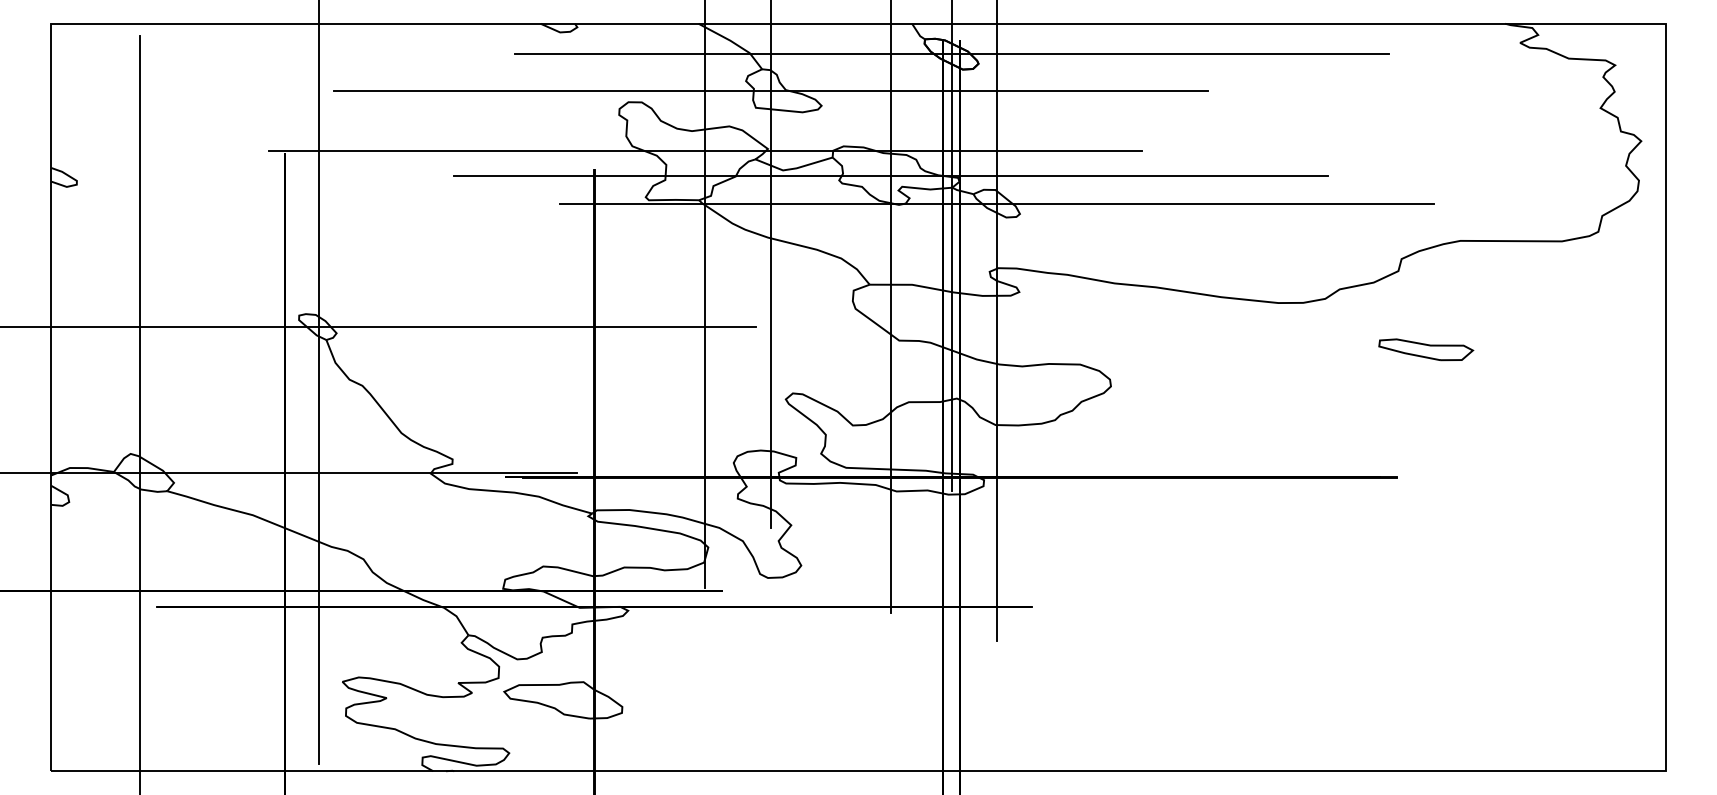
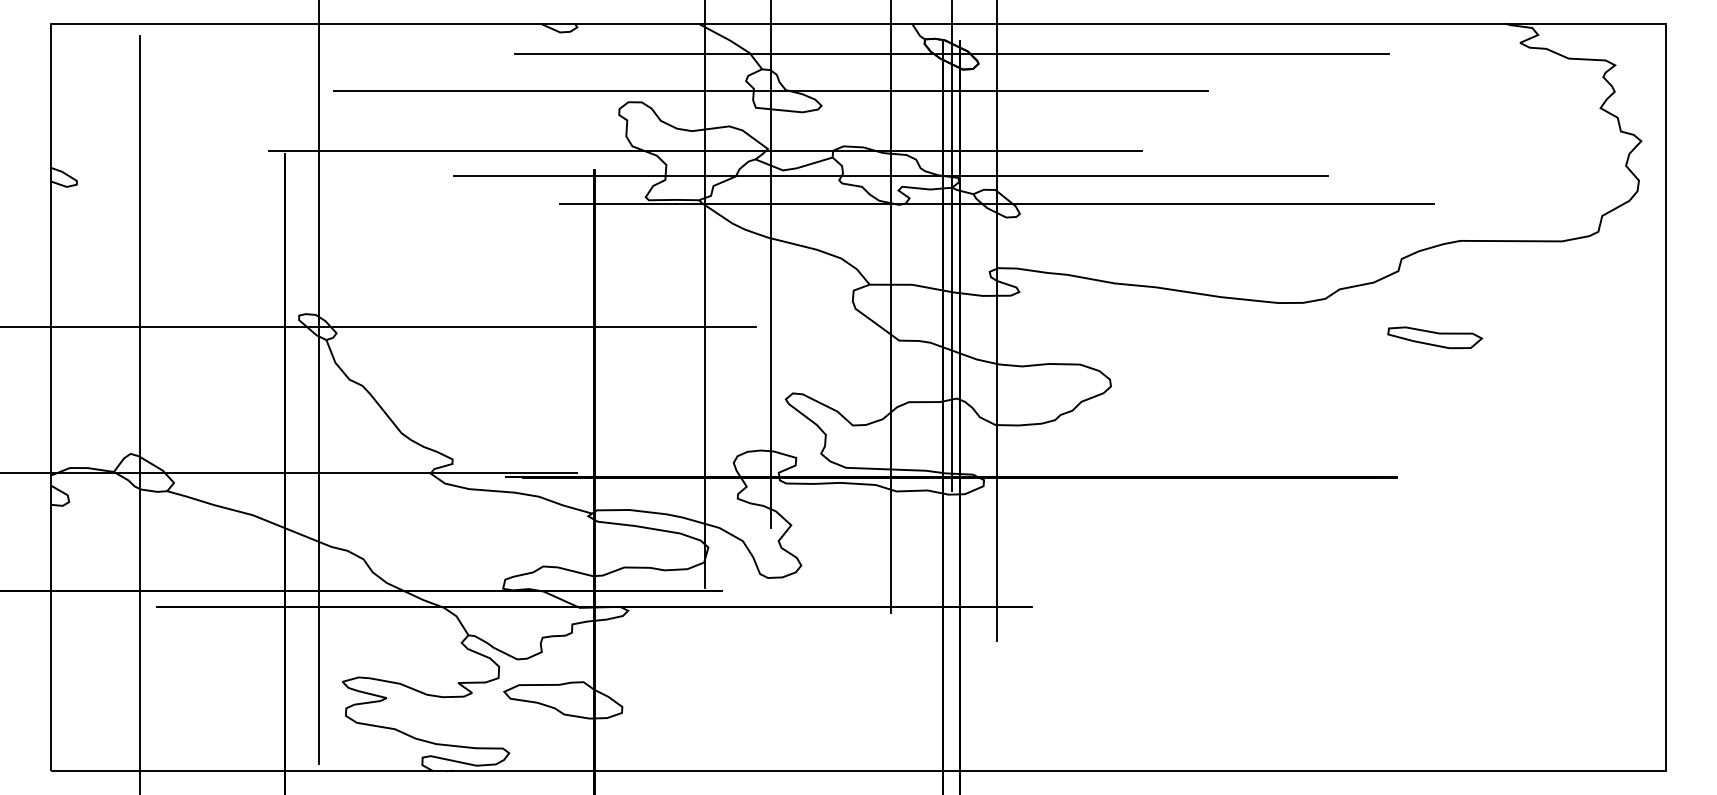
part at (1426, 349) position: (1426, 349) -> (1435, 337)
